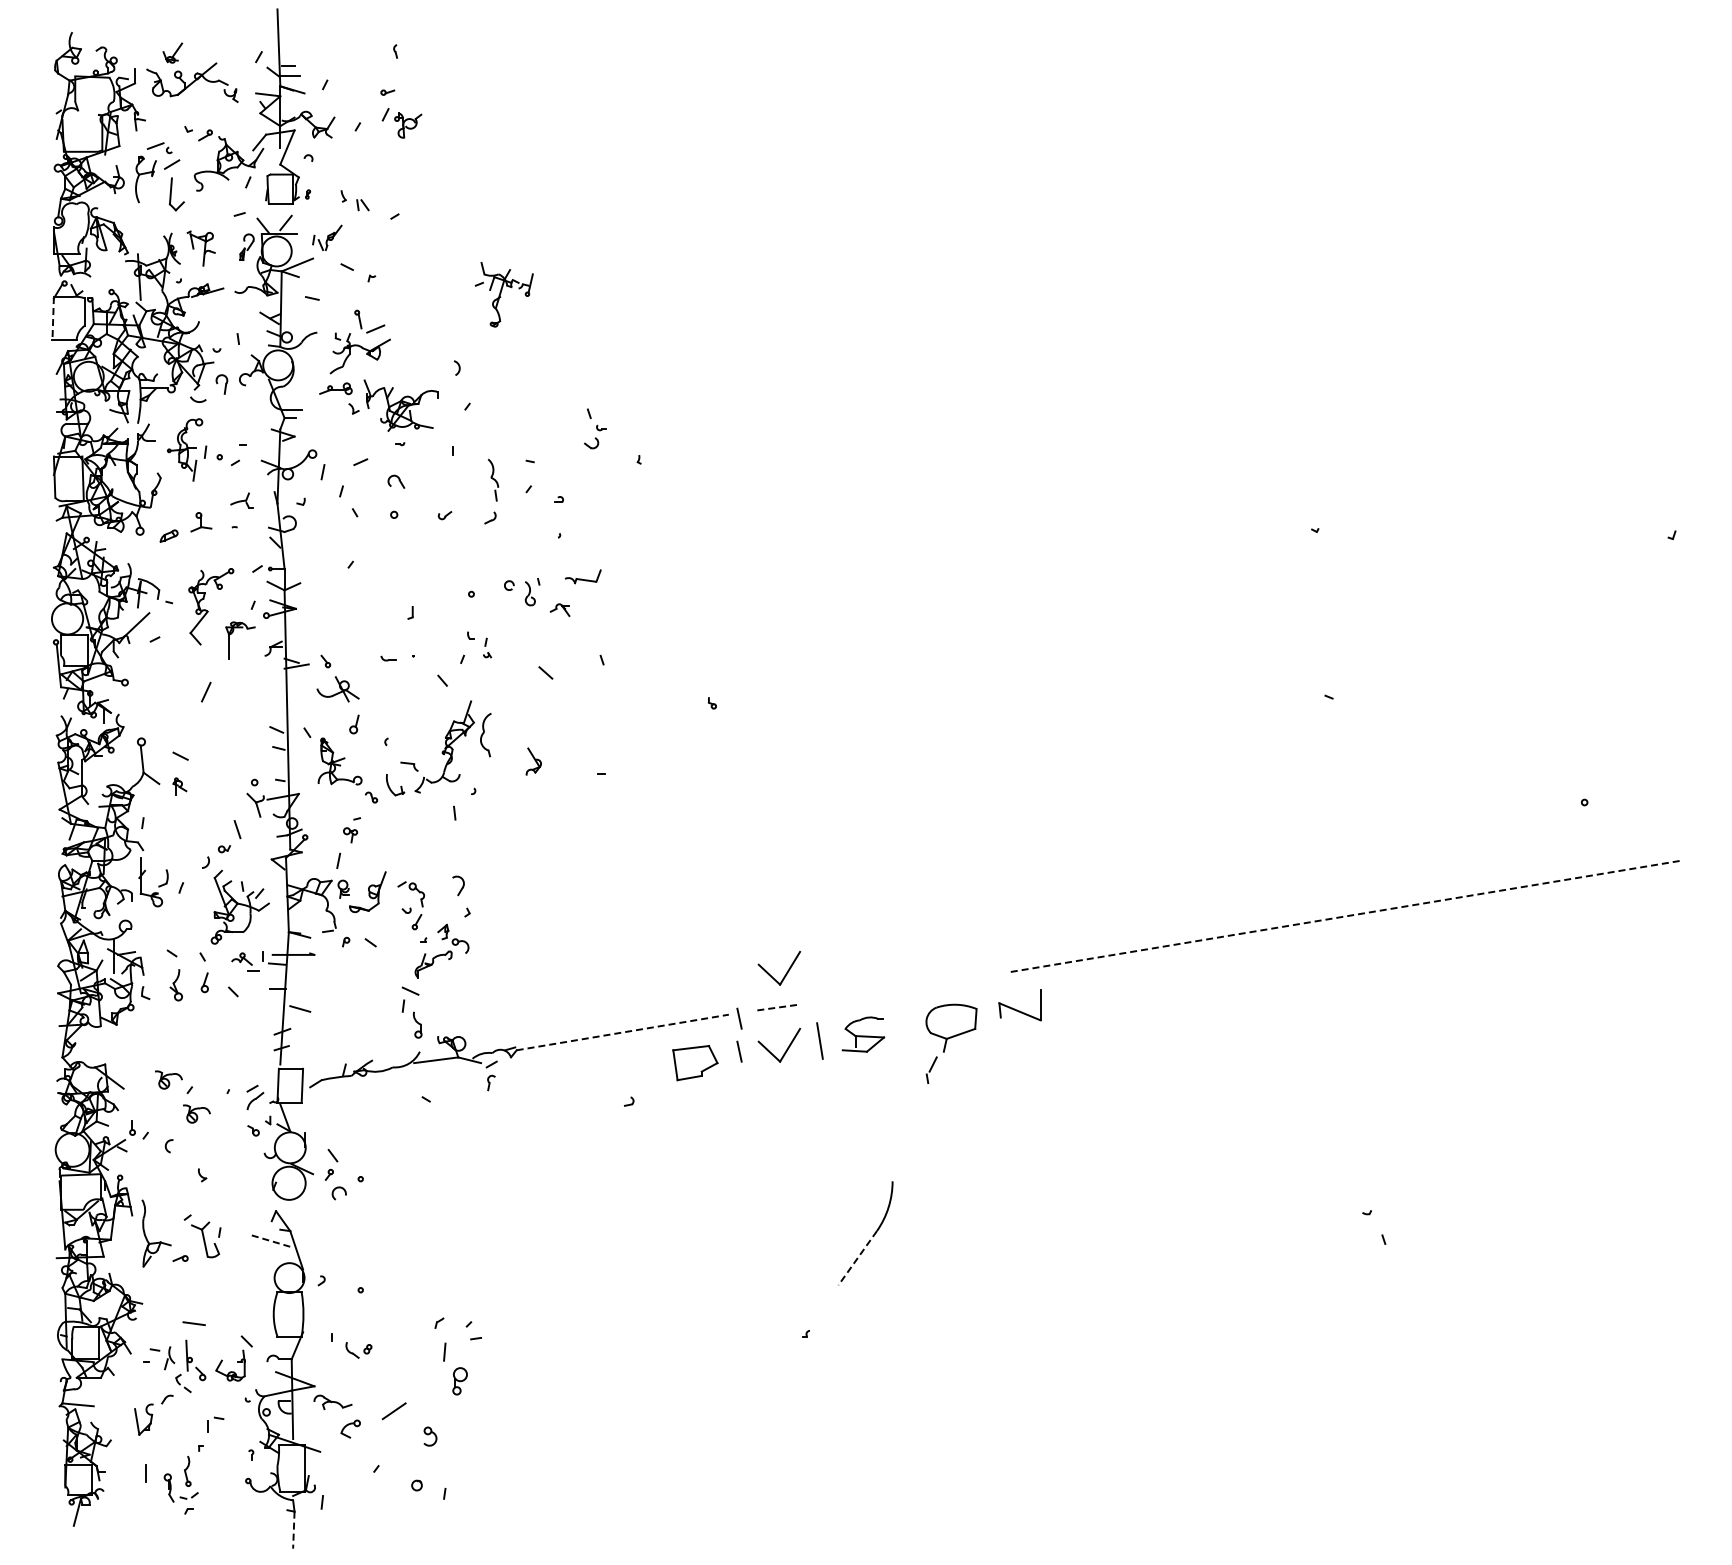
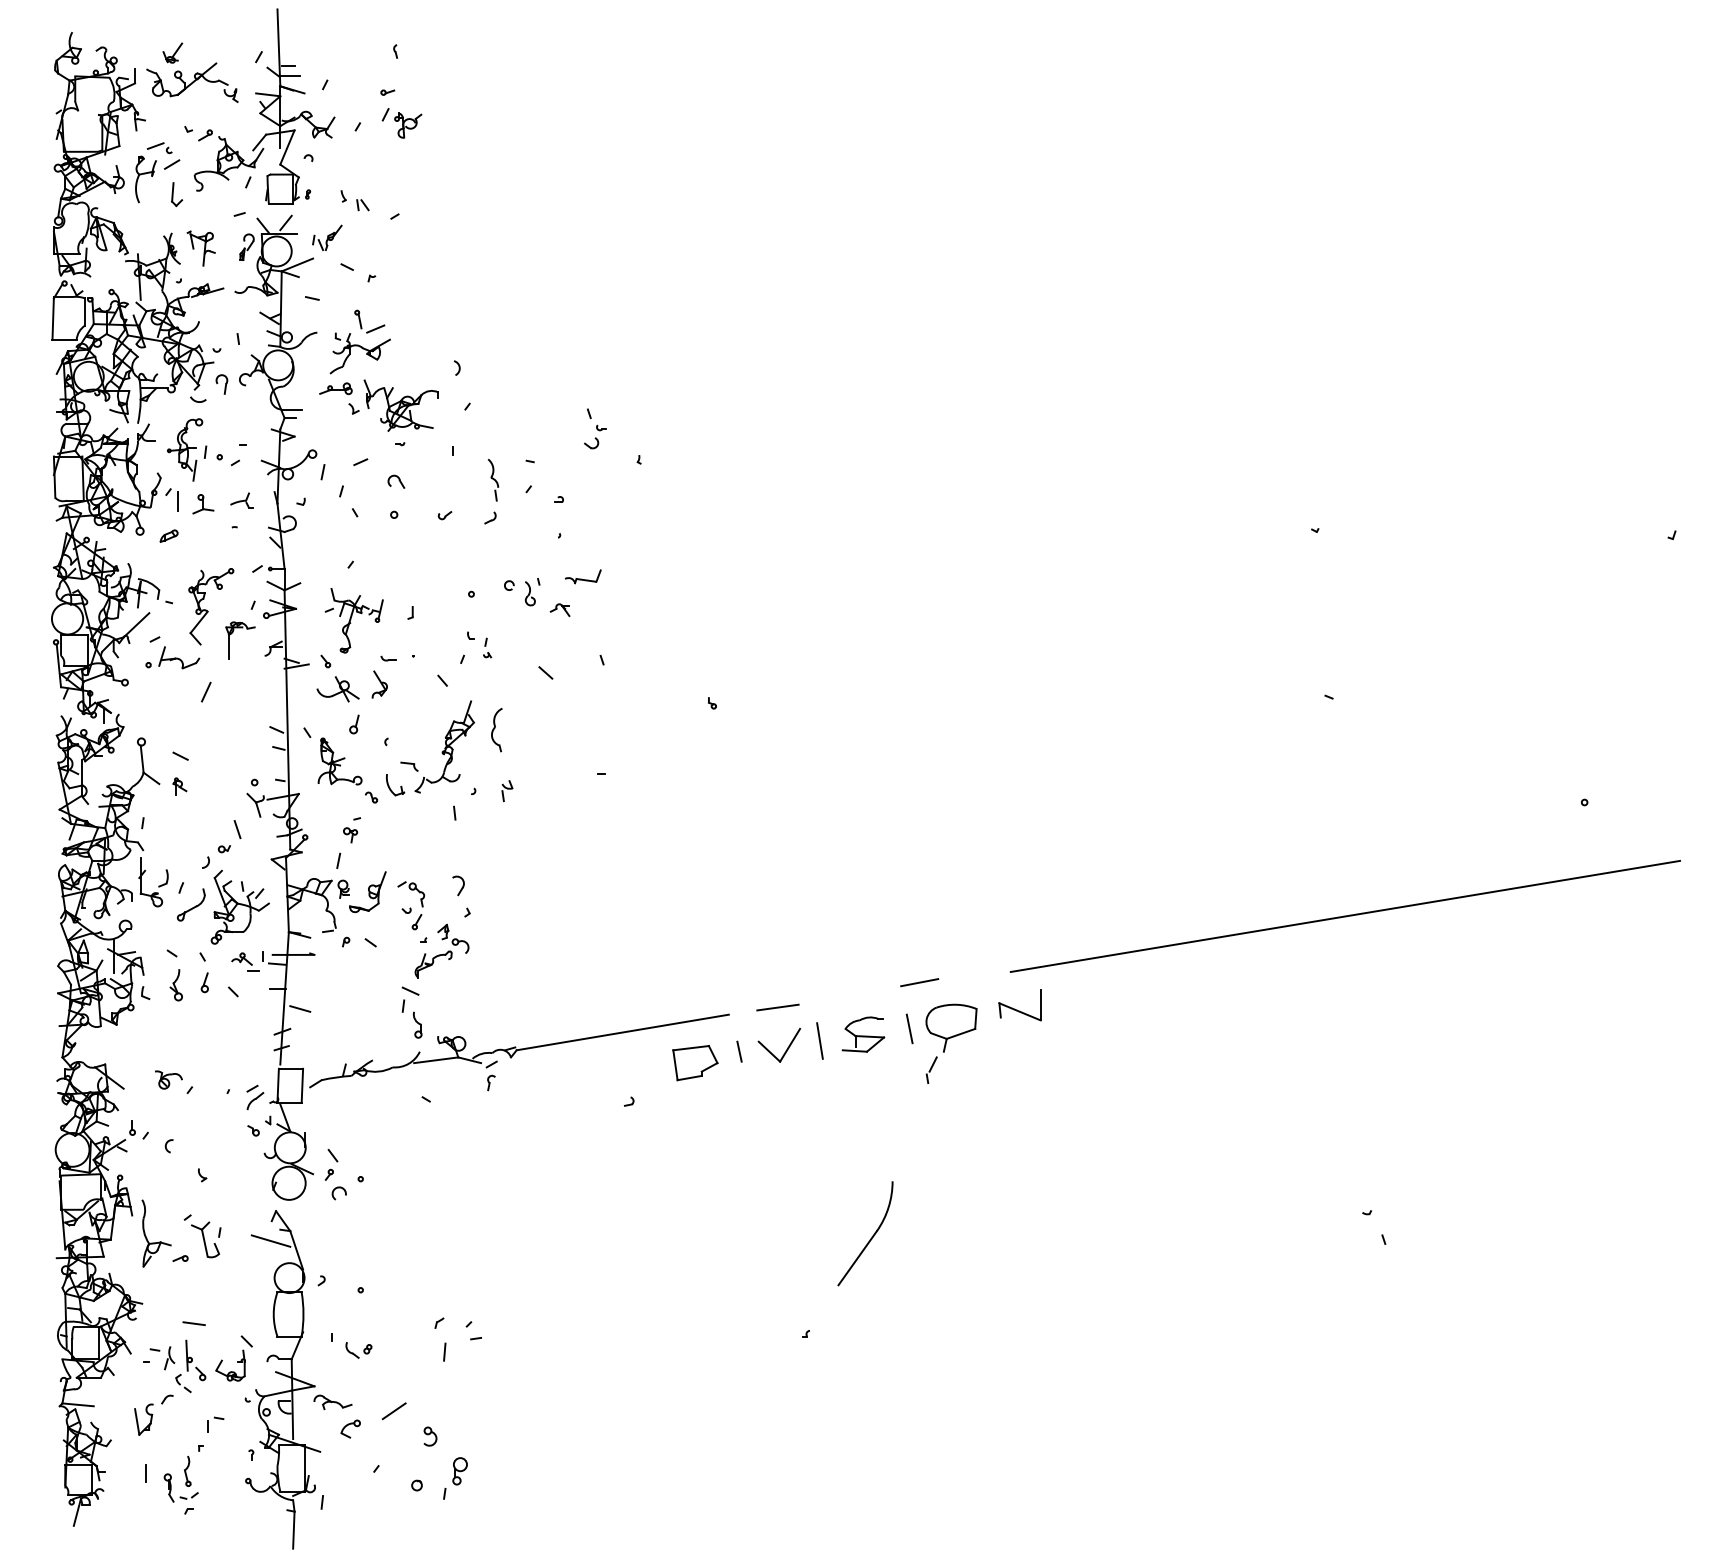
part at (176, 194) size: 17x35 px -> 13x26 px
part at (503, 294) position: (503, 294) -> (353, 620)
line at (53, 318): dashed -> solid
part at (171, 499): none -> present
part at (201, 522) position: (201, 522) -> (203, 504)
part at (172, 657): none -> present
part at (485, 735) position: (485, 735) -> (496, 730)
part at (533, 761) position: (533, 761) -> (379, 684)
part at (507, 791): none -> present
part at (190, 904): none -> present
line at (1345, 916): dashed -> solid
part at (785, 973): present -> none
line at (919, 982): none -> present
line at (777, 1007): dashed -> solid
line at (739, 1018): present -> none
line at (909, 1028): none -> present
line at (622, 1032): dashed -> solid
part at (196, 1113): present -> none
line at (271, 1241): dashed -> solid
line at (857, 1258): dashed -> solid
part at (459, 1381) position: (459, 1381) -> (459, 1471)
line at (293, 1530): dashed -> solid
